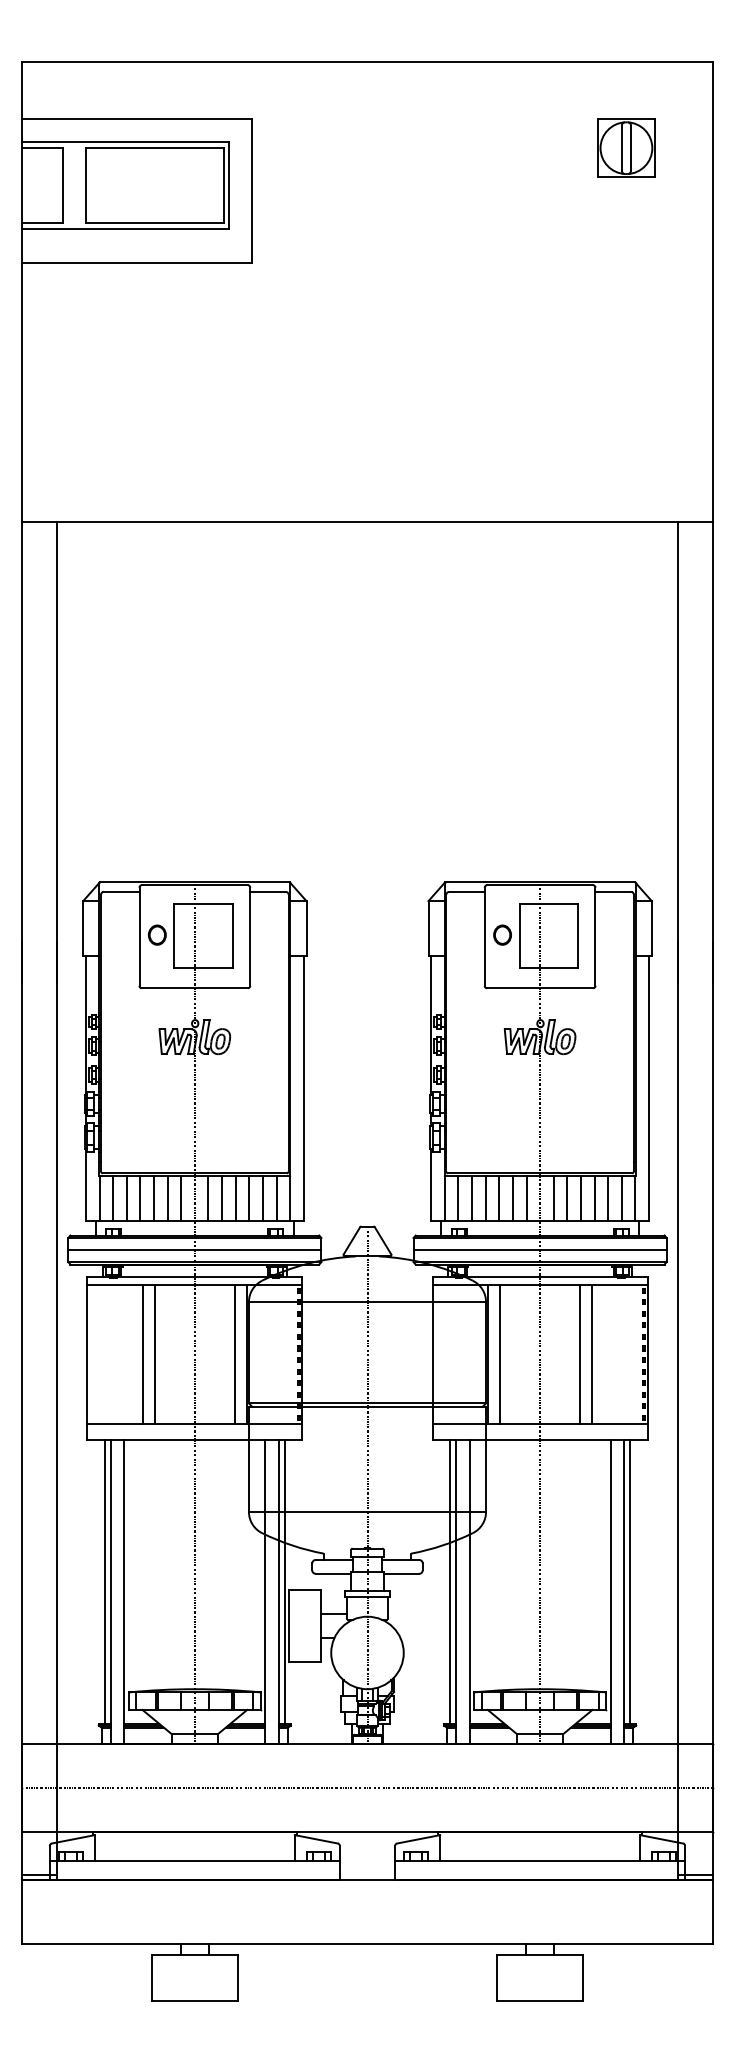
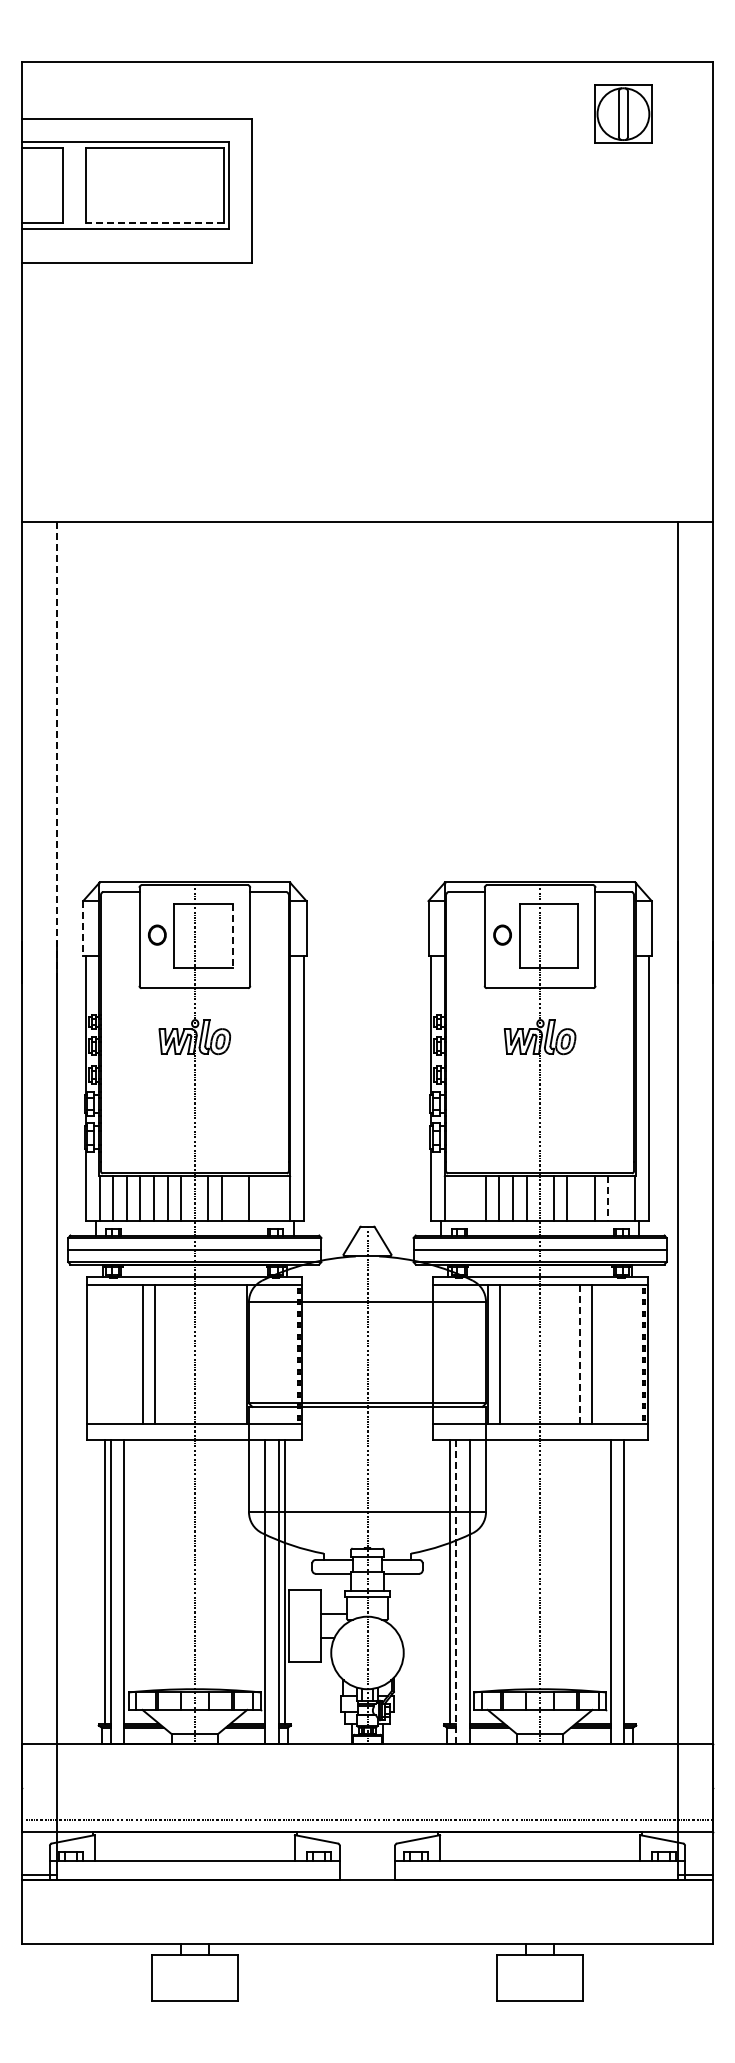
part at (626, 147) position: (626, 147) -> (623, 113)
line at (154, 223): solid -> dashed
line at (56, 752): solid -> dashed
line at (83, 928): solid -> dashed
line at (233, 936): solid -> dashed
line at (235, 1198): present -> none
line at (263, 1198): present -> none
line at (276, 1198): present -> none
line at (458, 1198): present -> none
line at (471, 1198): present -> none
line at (580, 1198): present -> none
line at (621, 1198): present -> none
line at (608, 1199): solid -> dashed
line at (235, 1353): present -> none
line at (580, 1353): solid -> dashed
line at (630, 1581): present -> none
line at (455, 1592): solid -> dashed
line at (367, 1788) position: (367, 1788) -> (367, 1820)
